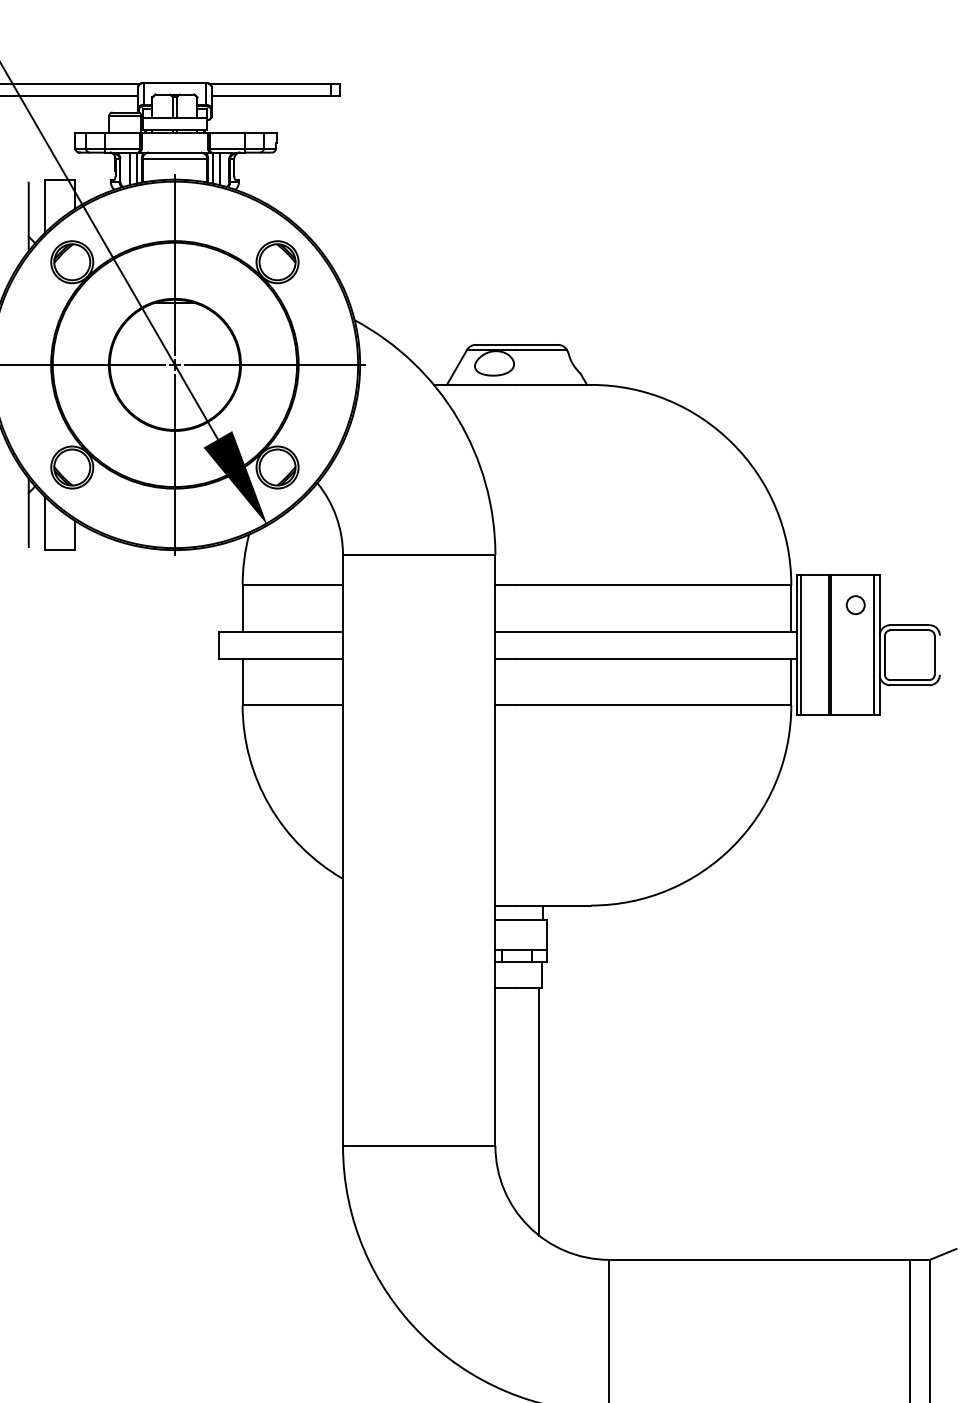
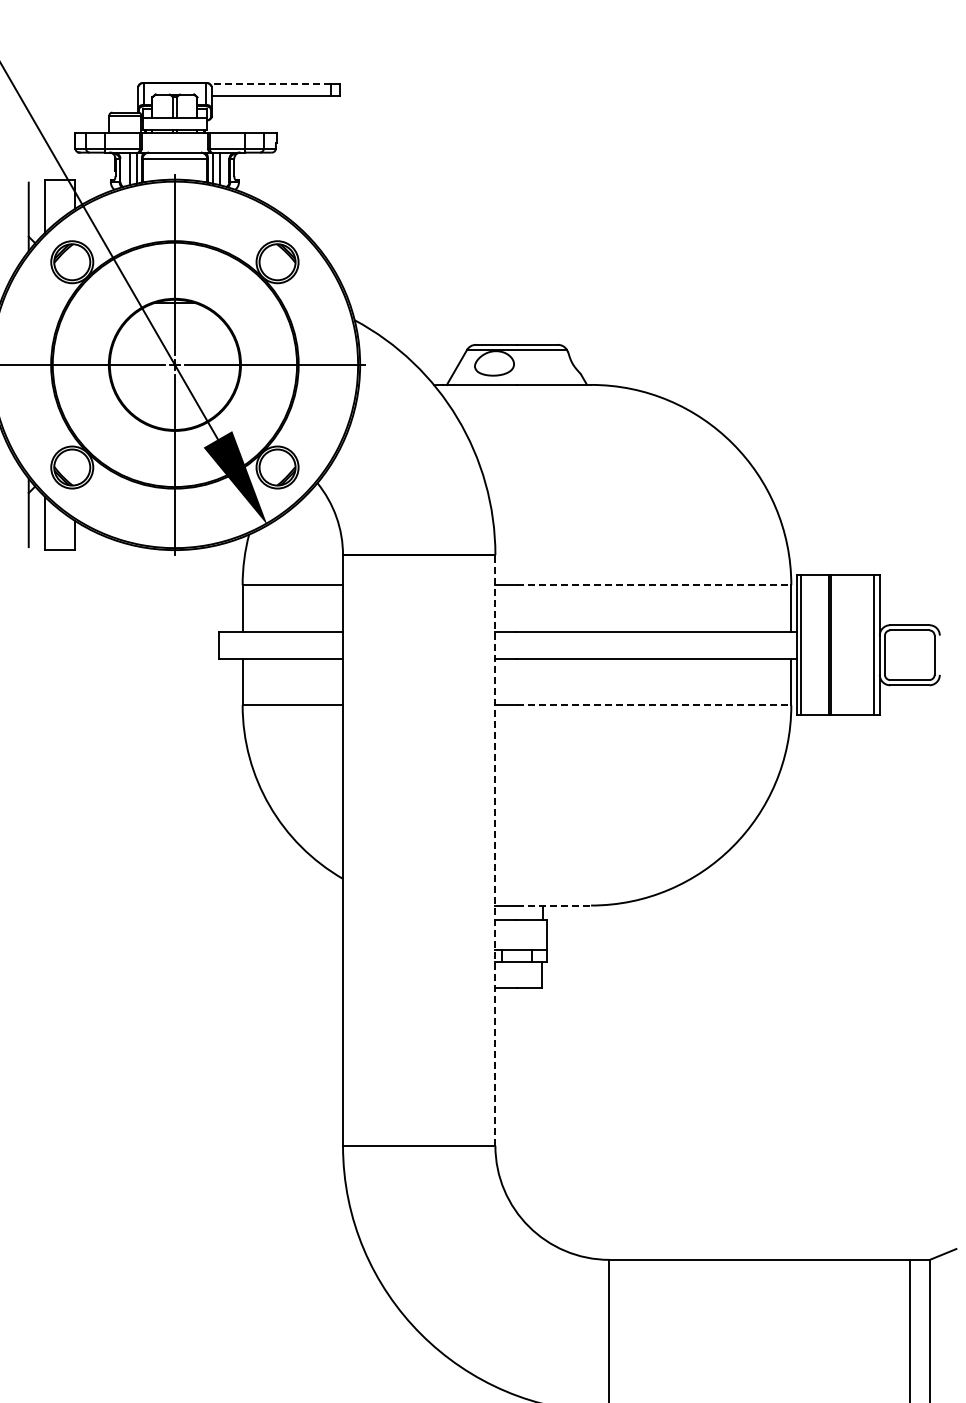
line at (71, 83): present -> none
line at (270, 83): solid -> dashed
line at (69, 95): present -> none
line at (654, 585): solid -> dashed
circle at (855, 605): present -> none
line at (654, 705): solid -> dashed
line at (495, 849): solid -> dashed
line at (554, 905): solid -> dashed
line at (539, 1111): present -> none
